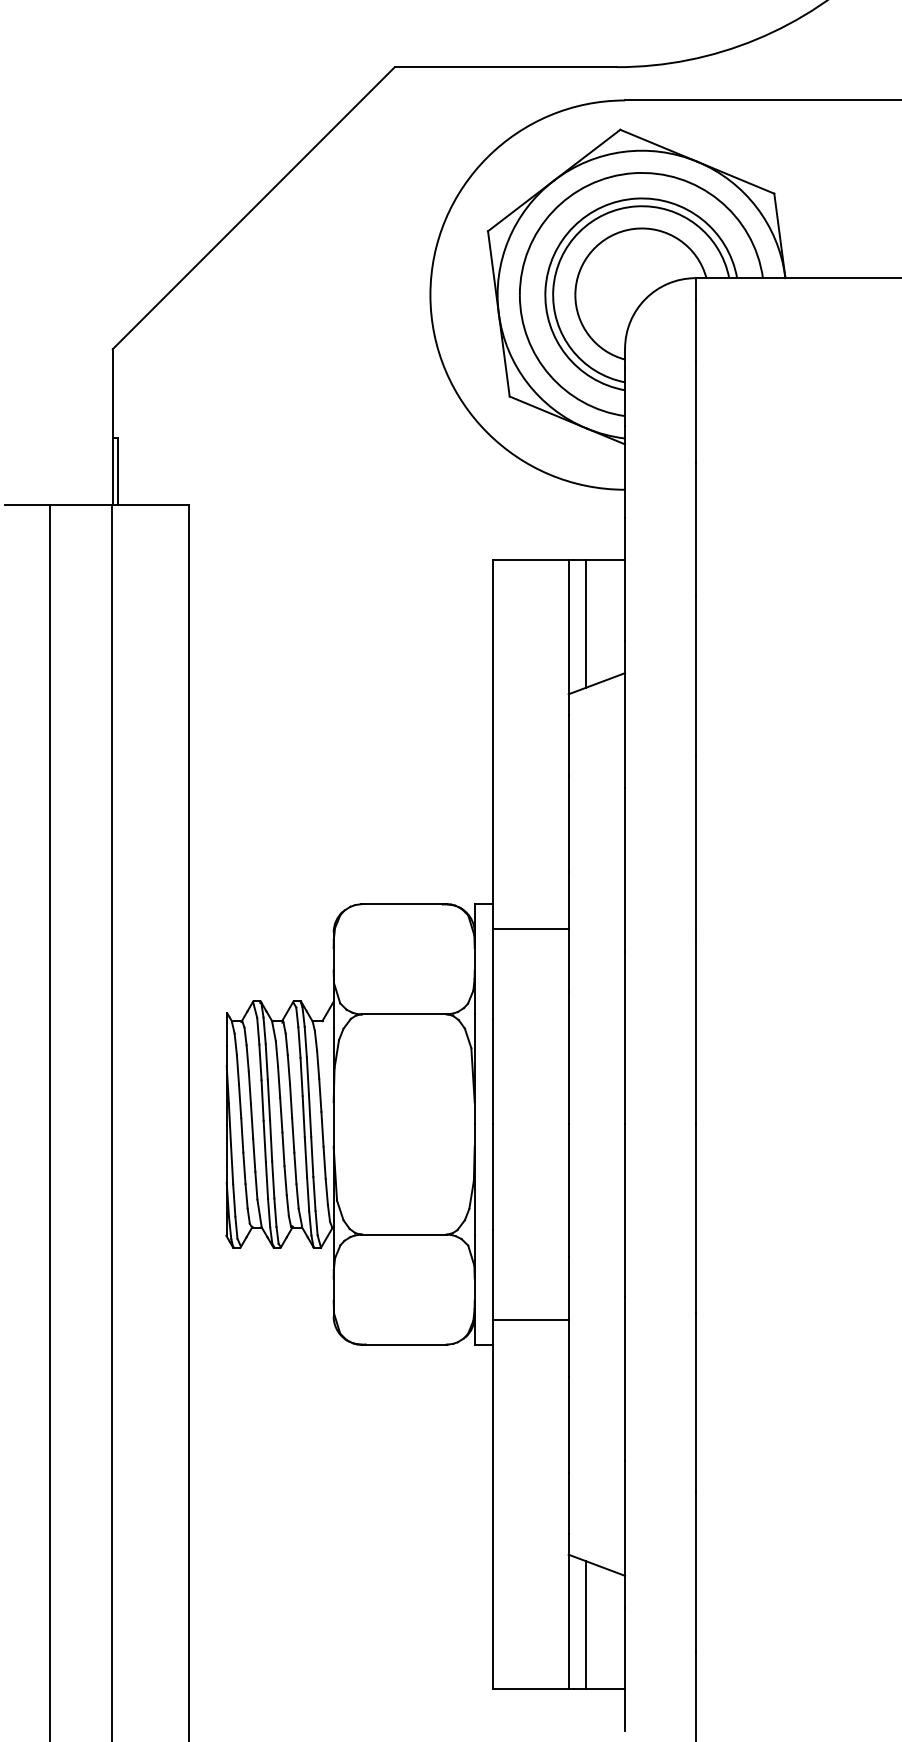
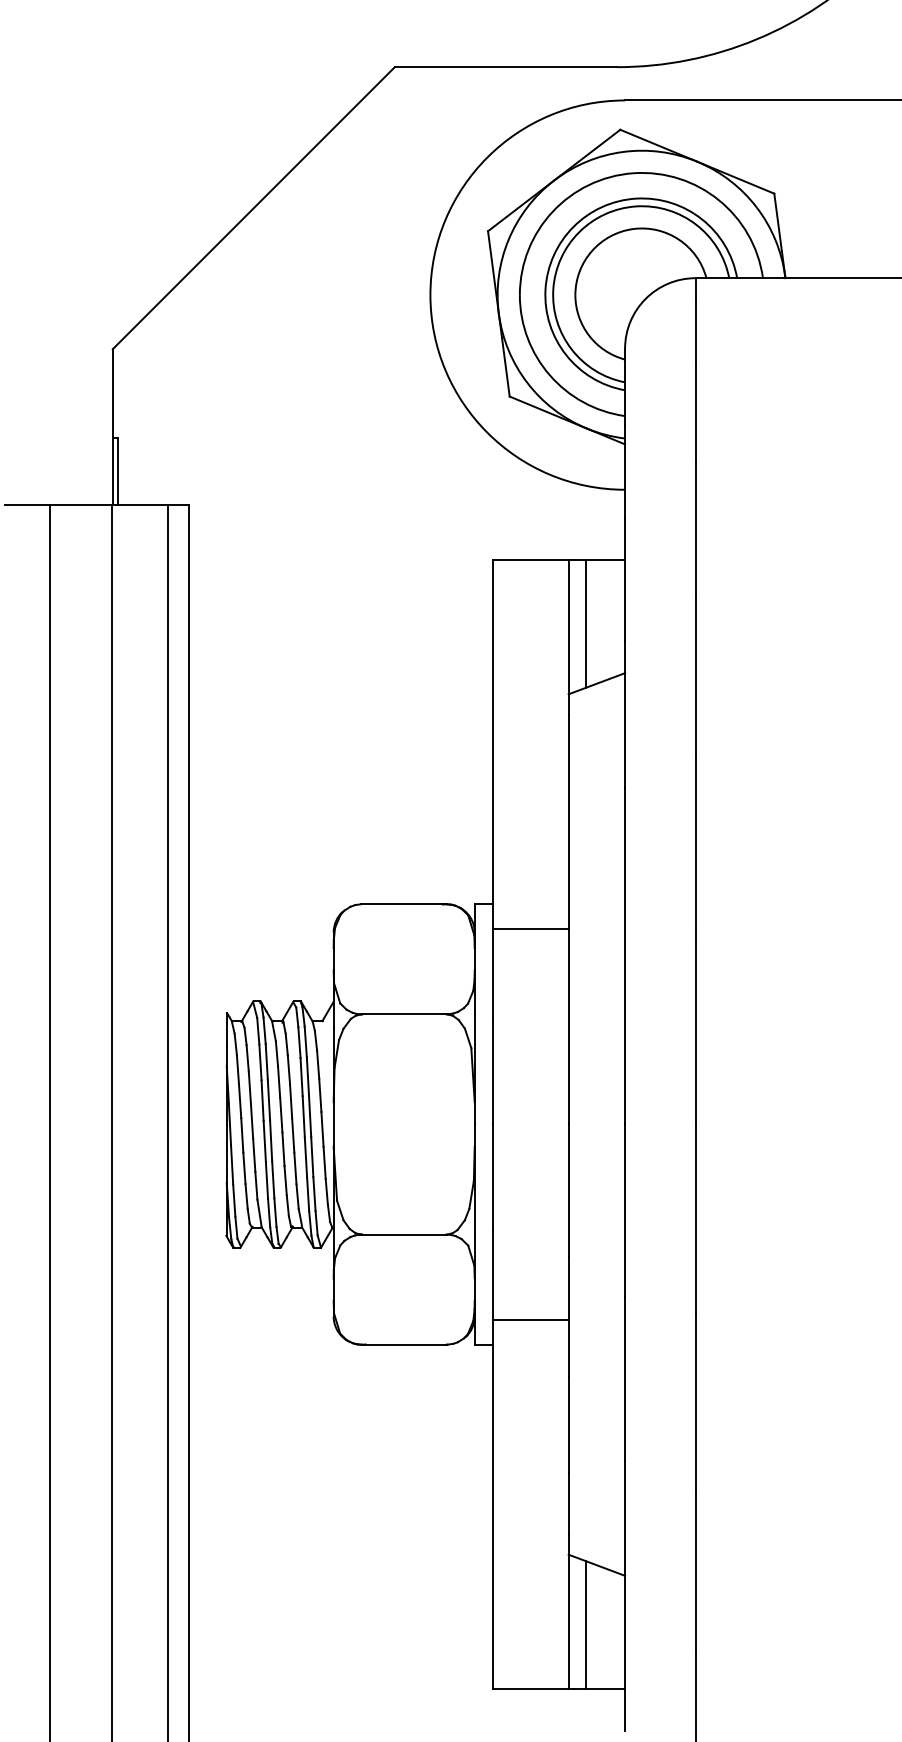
line at (167, 1121): none -> present
